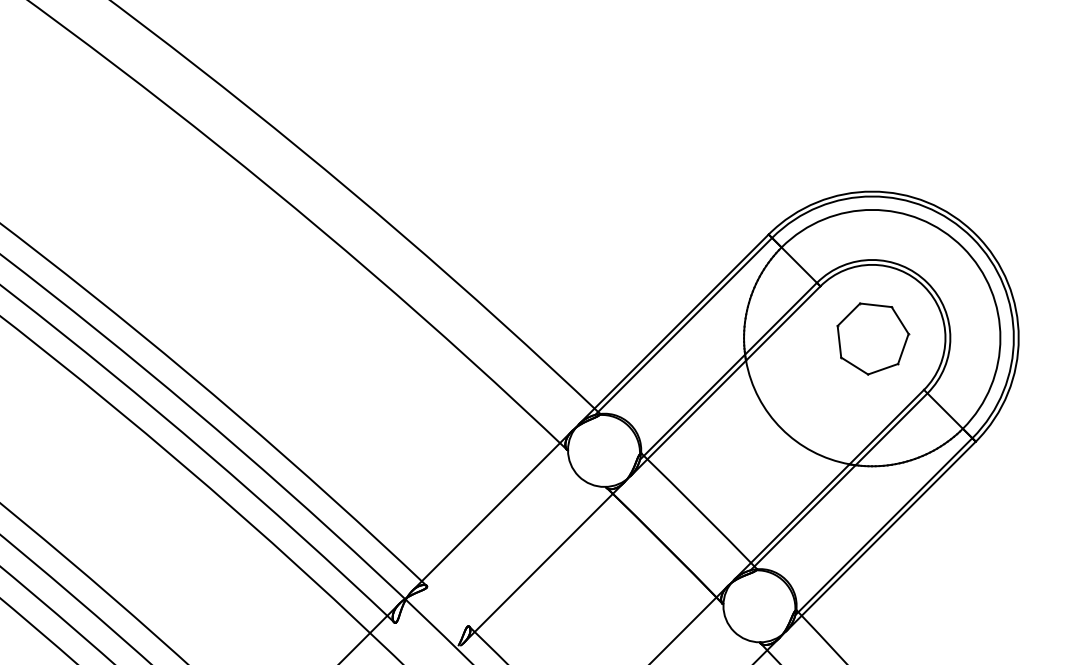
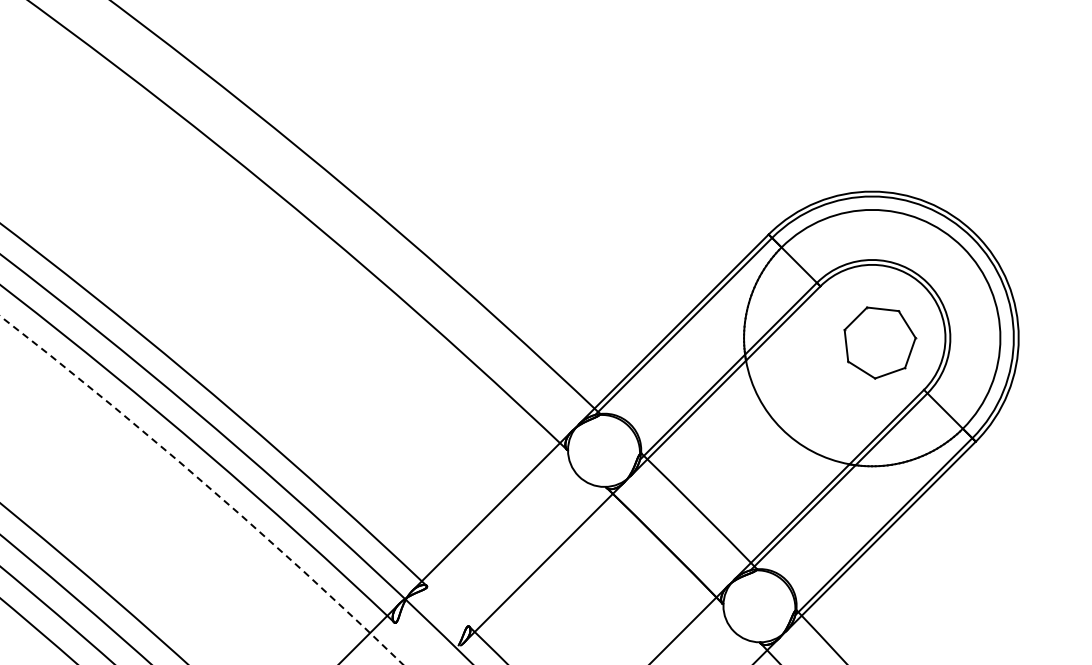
part at (873, 338) position: (873, 338) -> (880, 342)
arc at (206, 485): solid -> dashed
